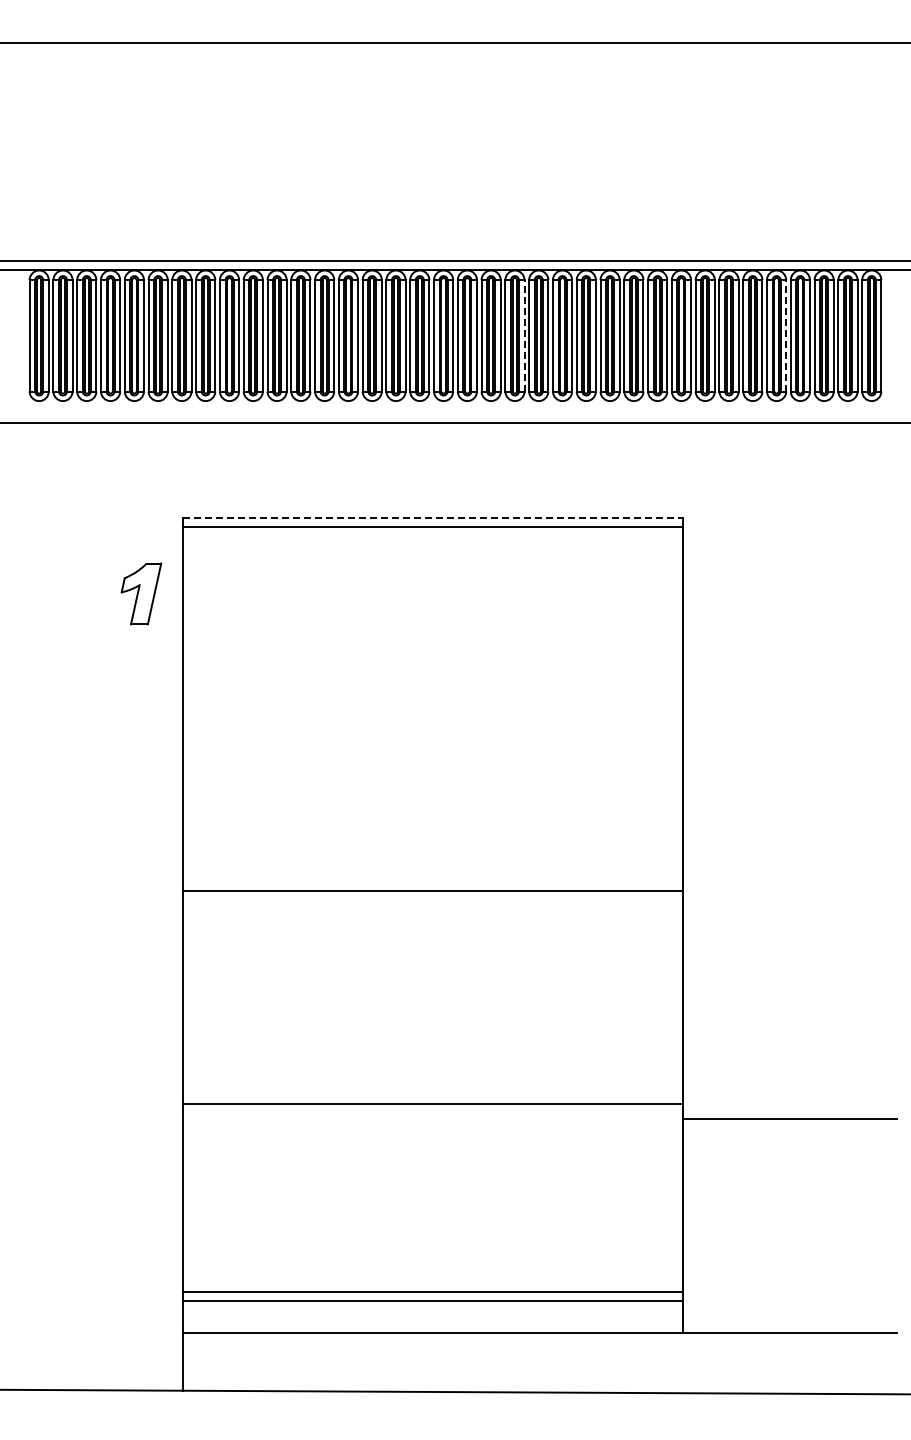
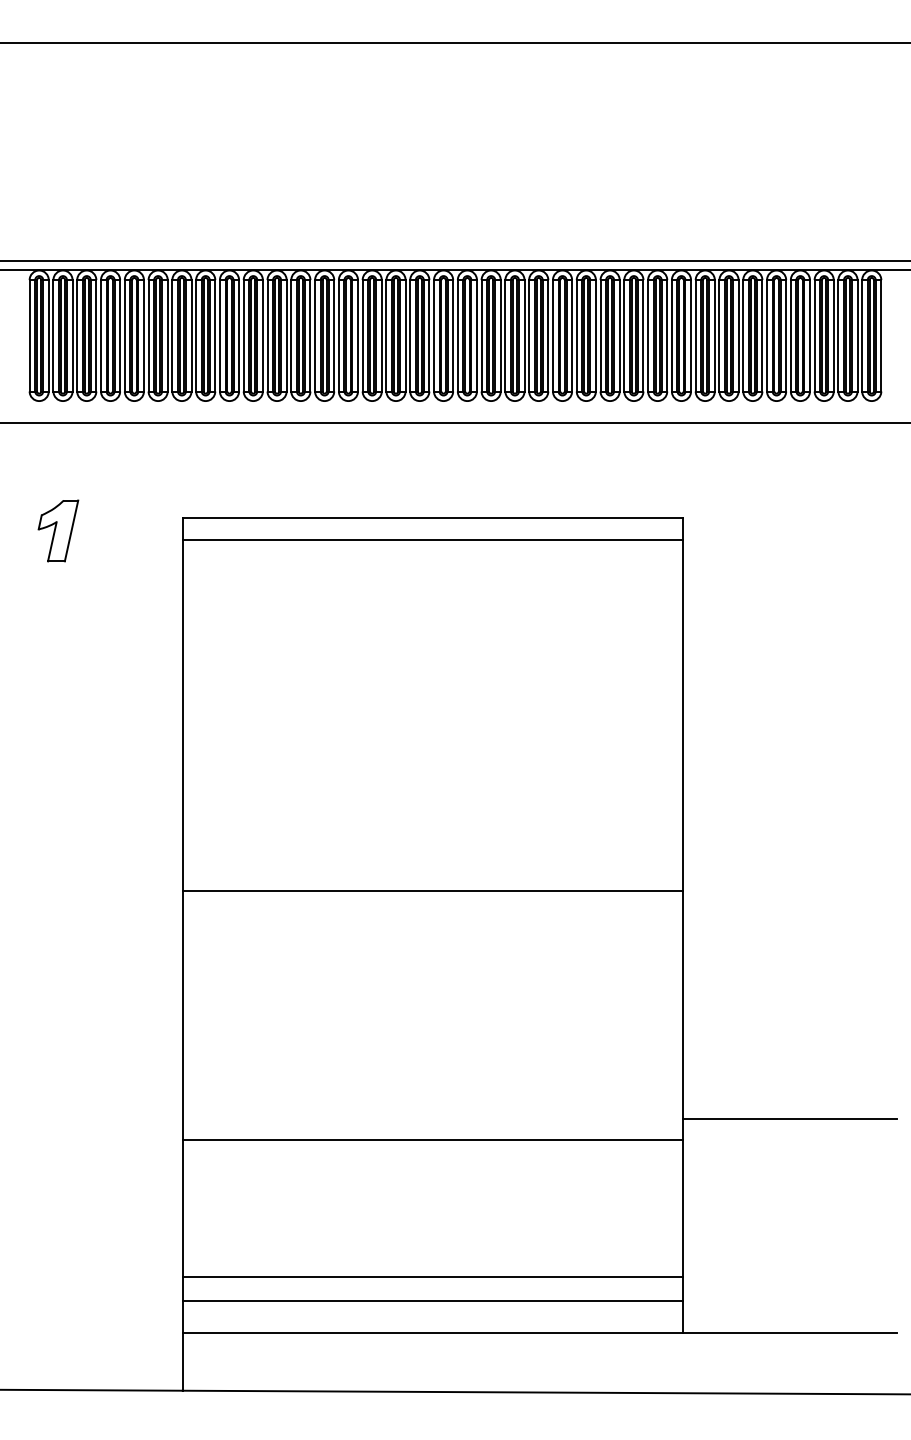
line at (524, 335): dashed -> solid
line at (786, 335): dashed -> solid
line at (433, 518): dashed -> solid
line at (432, 526) position: (432, 526) -> (432, 539)
part at (141, 593) position: (141, 593) -> (58, 530)
line at (432, 1103) position: (432, 1103) -> (432, 1139)
line at (432, 1292) position: (432, 1292) -> (432, 1277)
